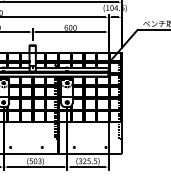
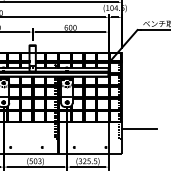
line at (138, 128): none -> present
